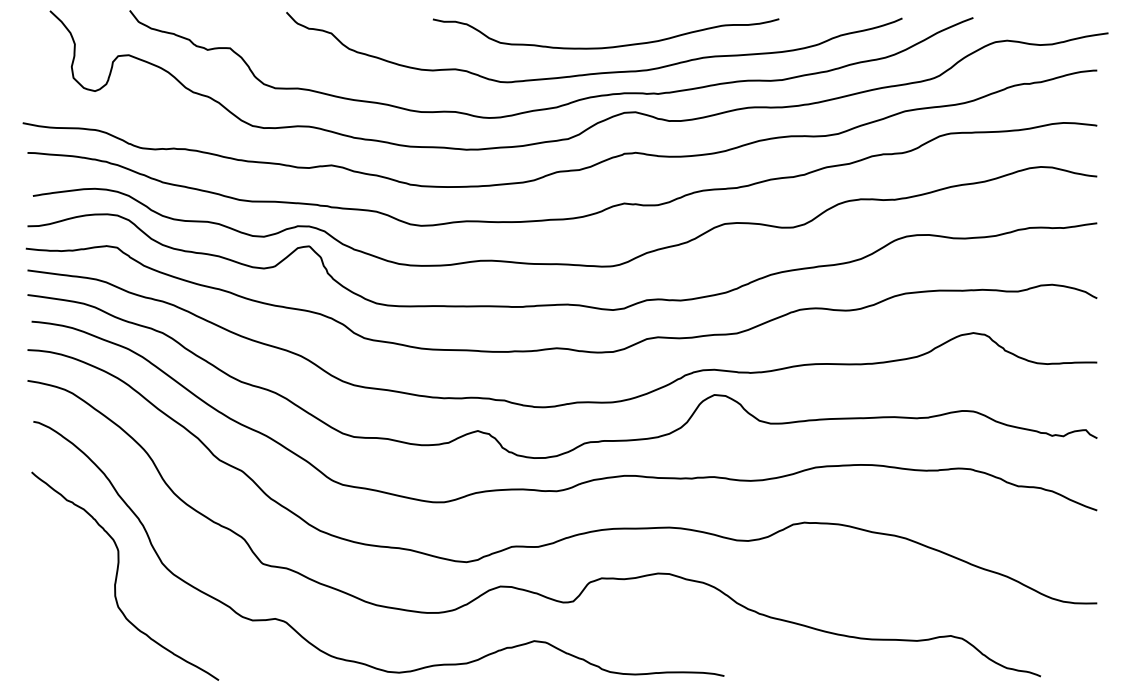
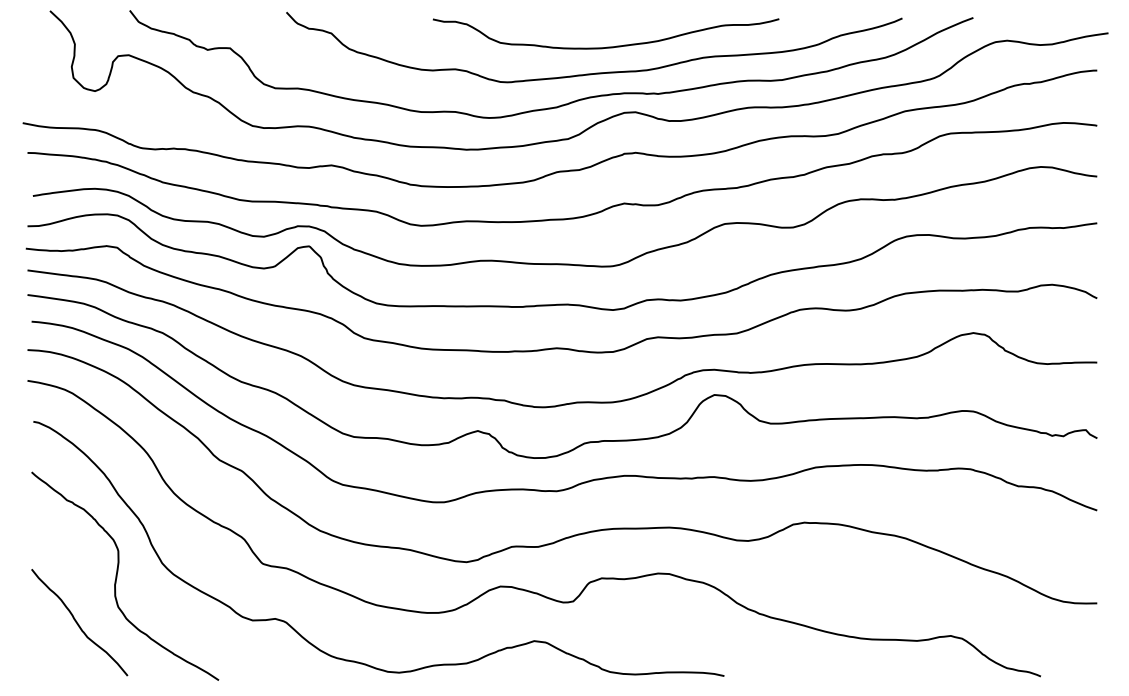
curve at (78, 623): none -> present
